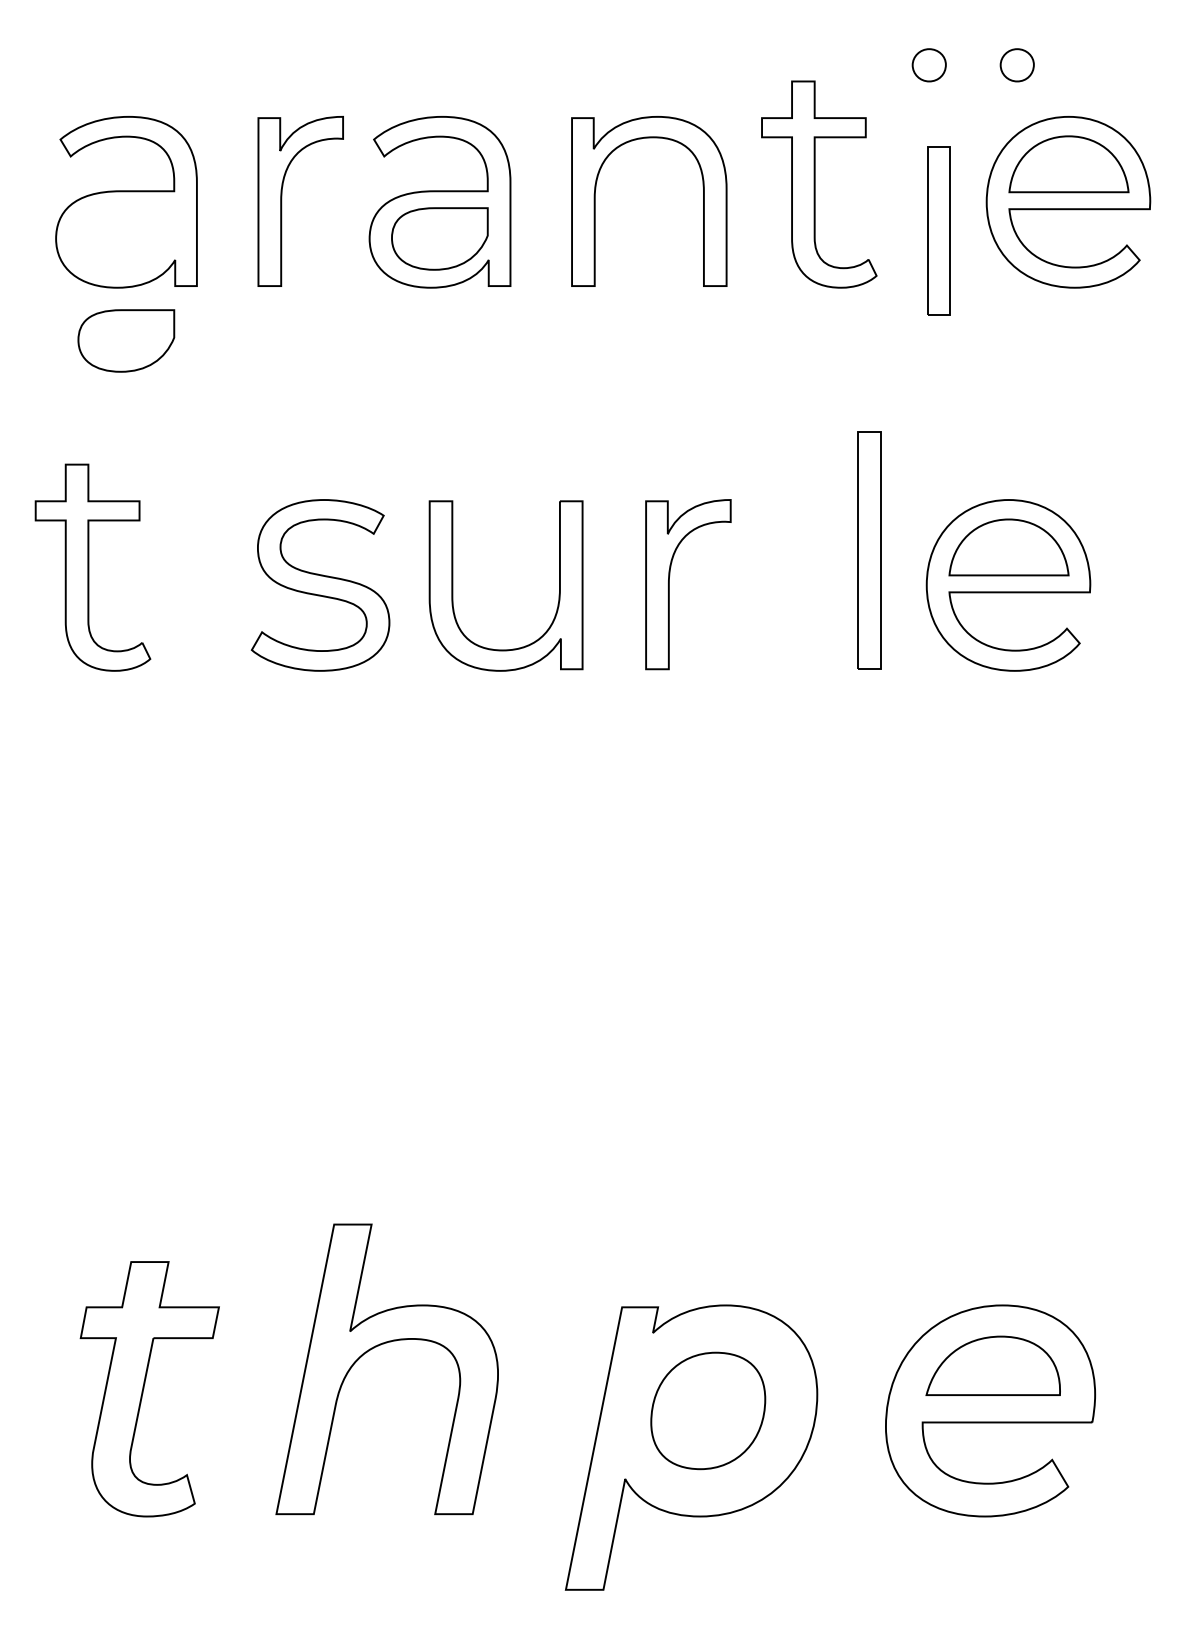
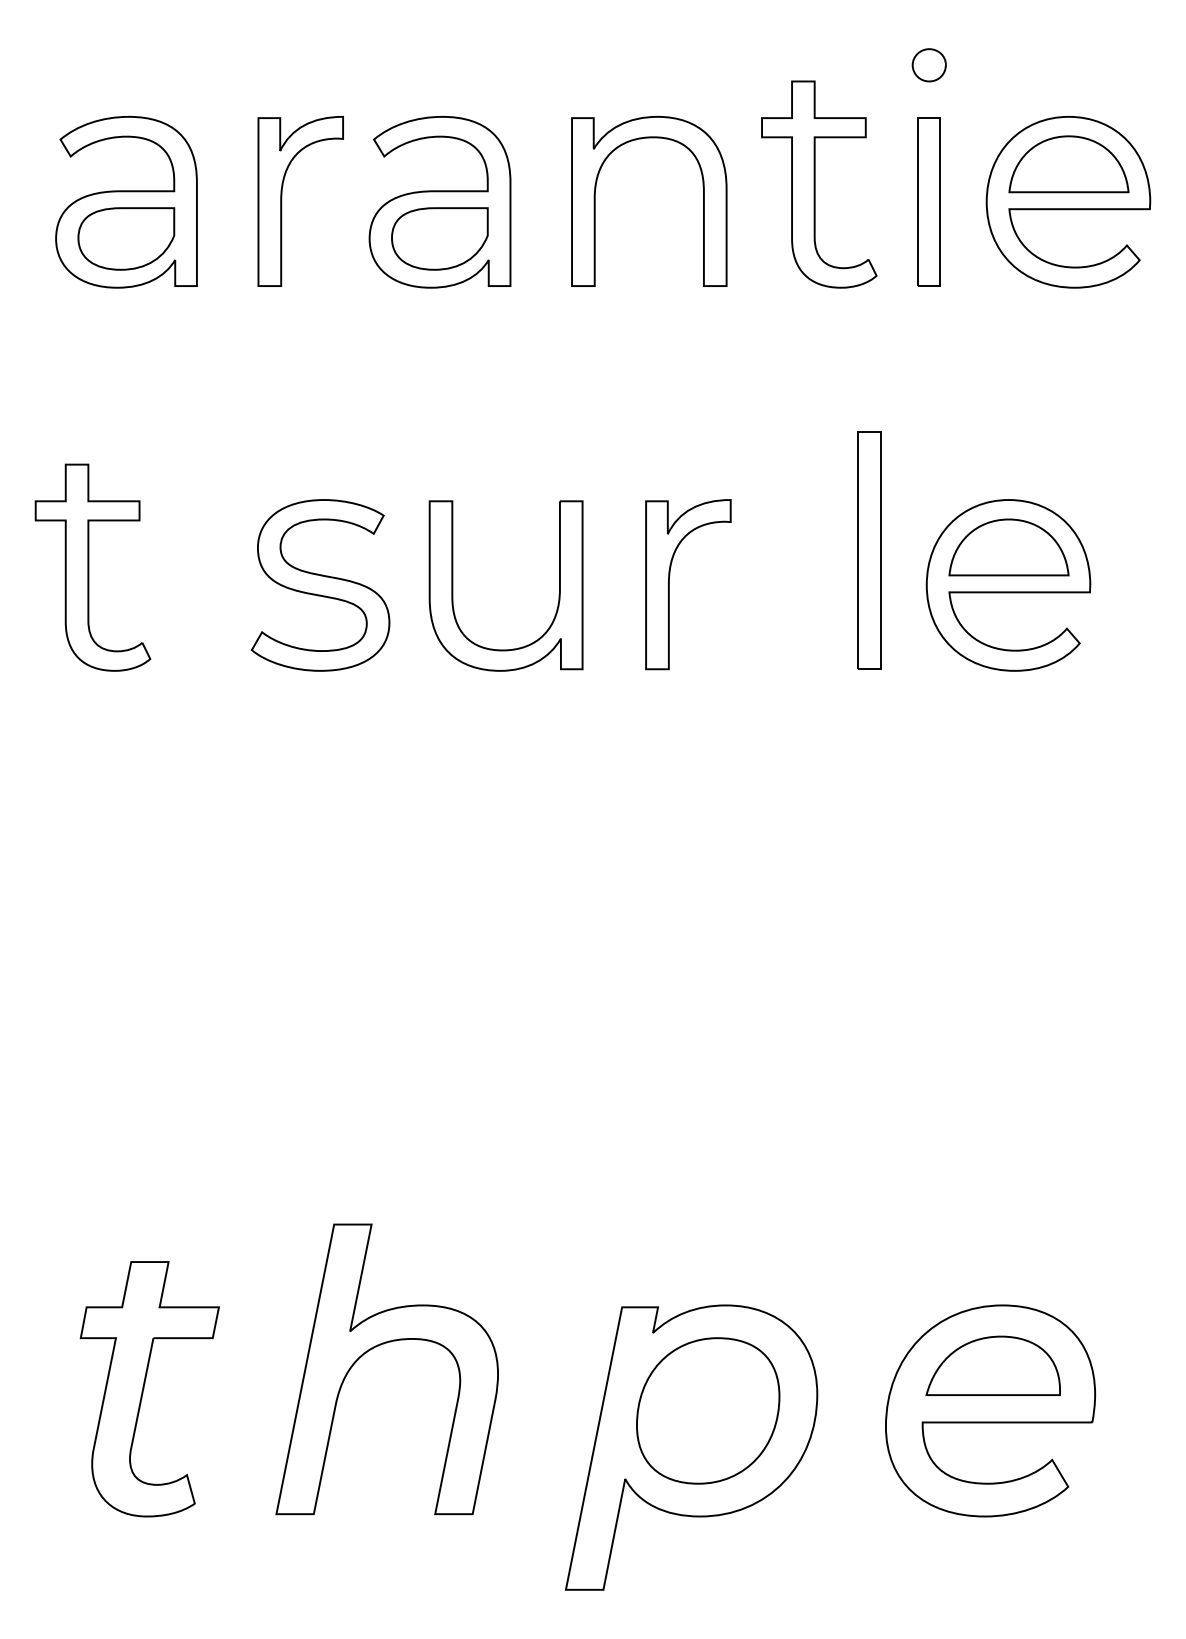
part at (1016, 65): present -> none
part at (938, 230) position: (938, 230) -> (928, 201)
part at (126, 340) position: (126, 340) -> (126, 238)
part at (708, 1410) size: 117x120 px -> 145x148 px
